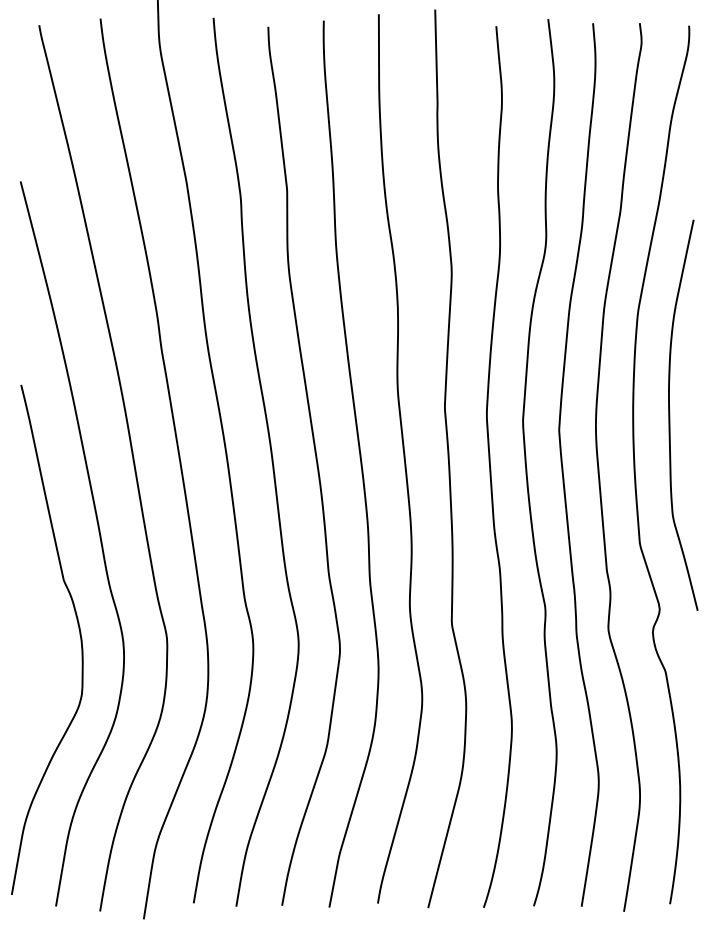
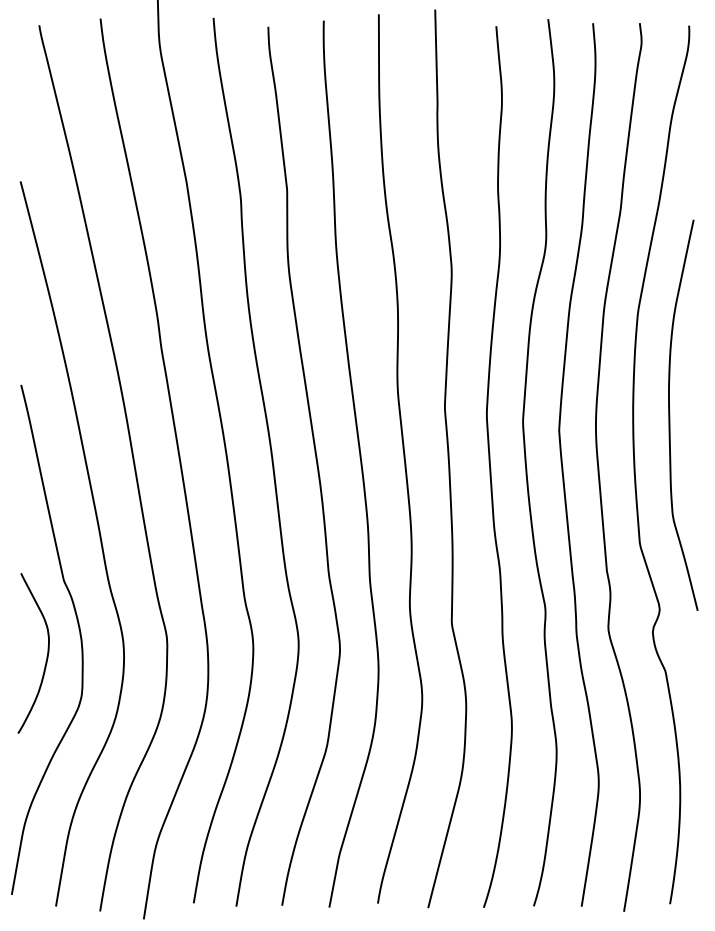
curve at (46, 656): none -> present
